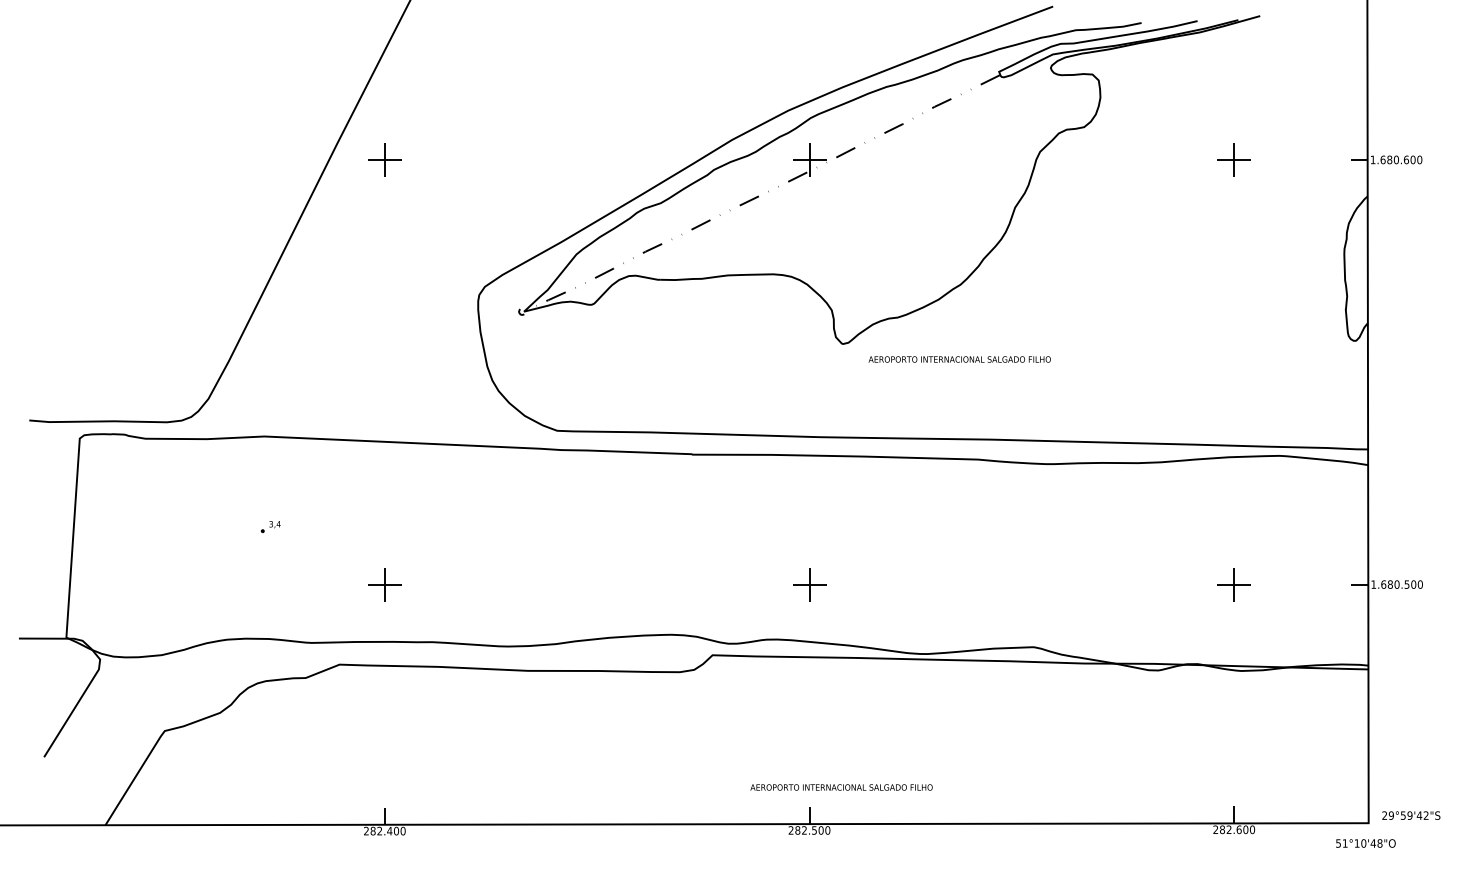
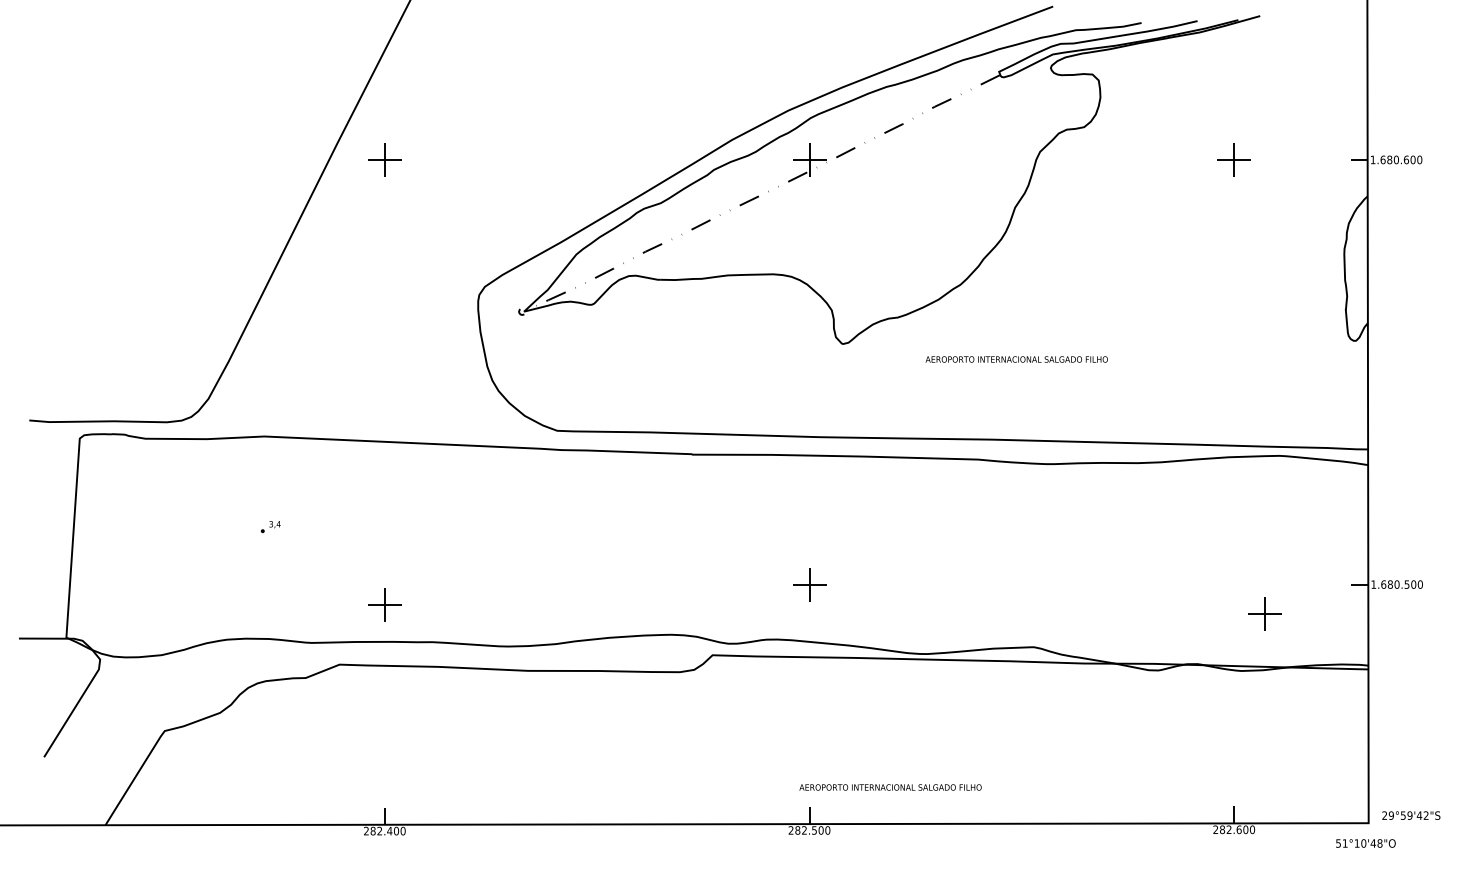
text at (959, 359) position: (959, 359) -> (1016, 359)
part at (384, 584) position: (384, 584) -> (384, 604)
part at (1233, 584) position: (1233, 584) -> (1264, 613)
text at (841, 787) position: (841, 787) -> (890, 787)
